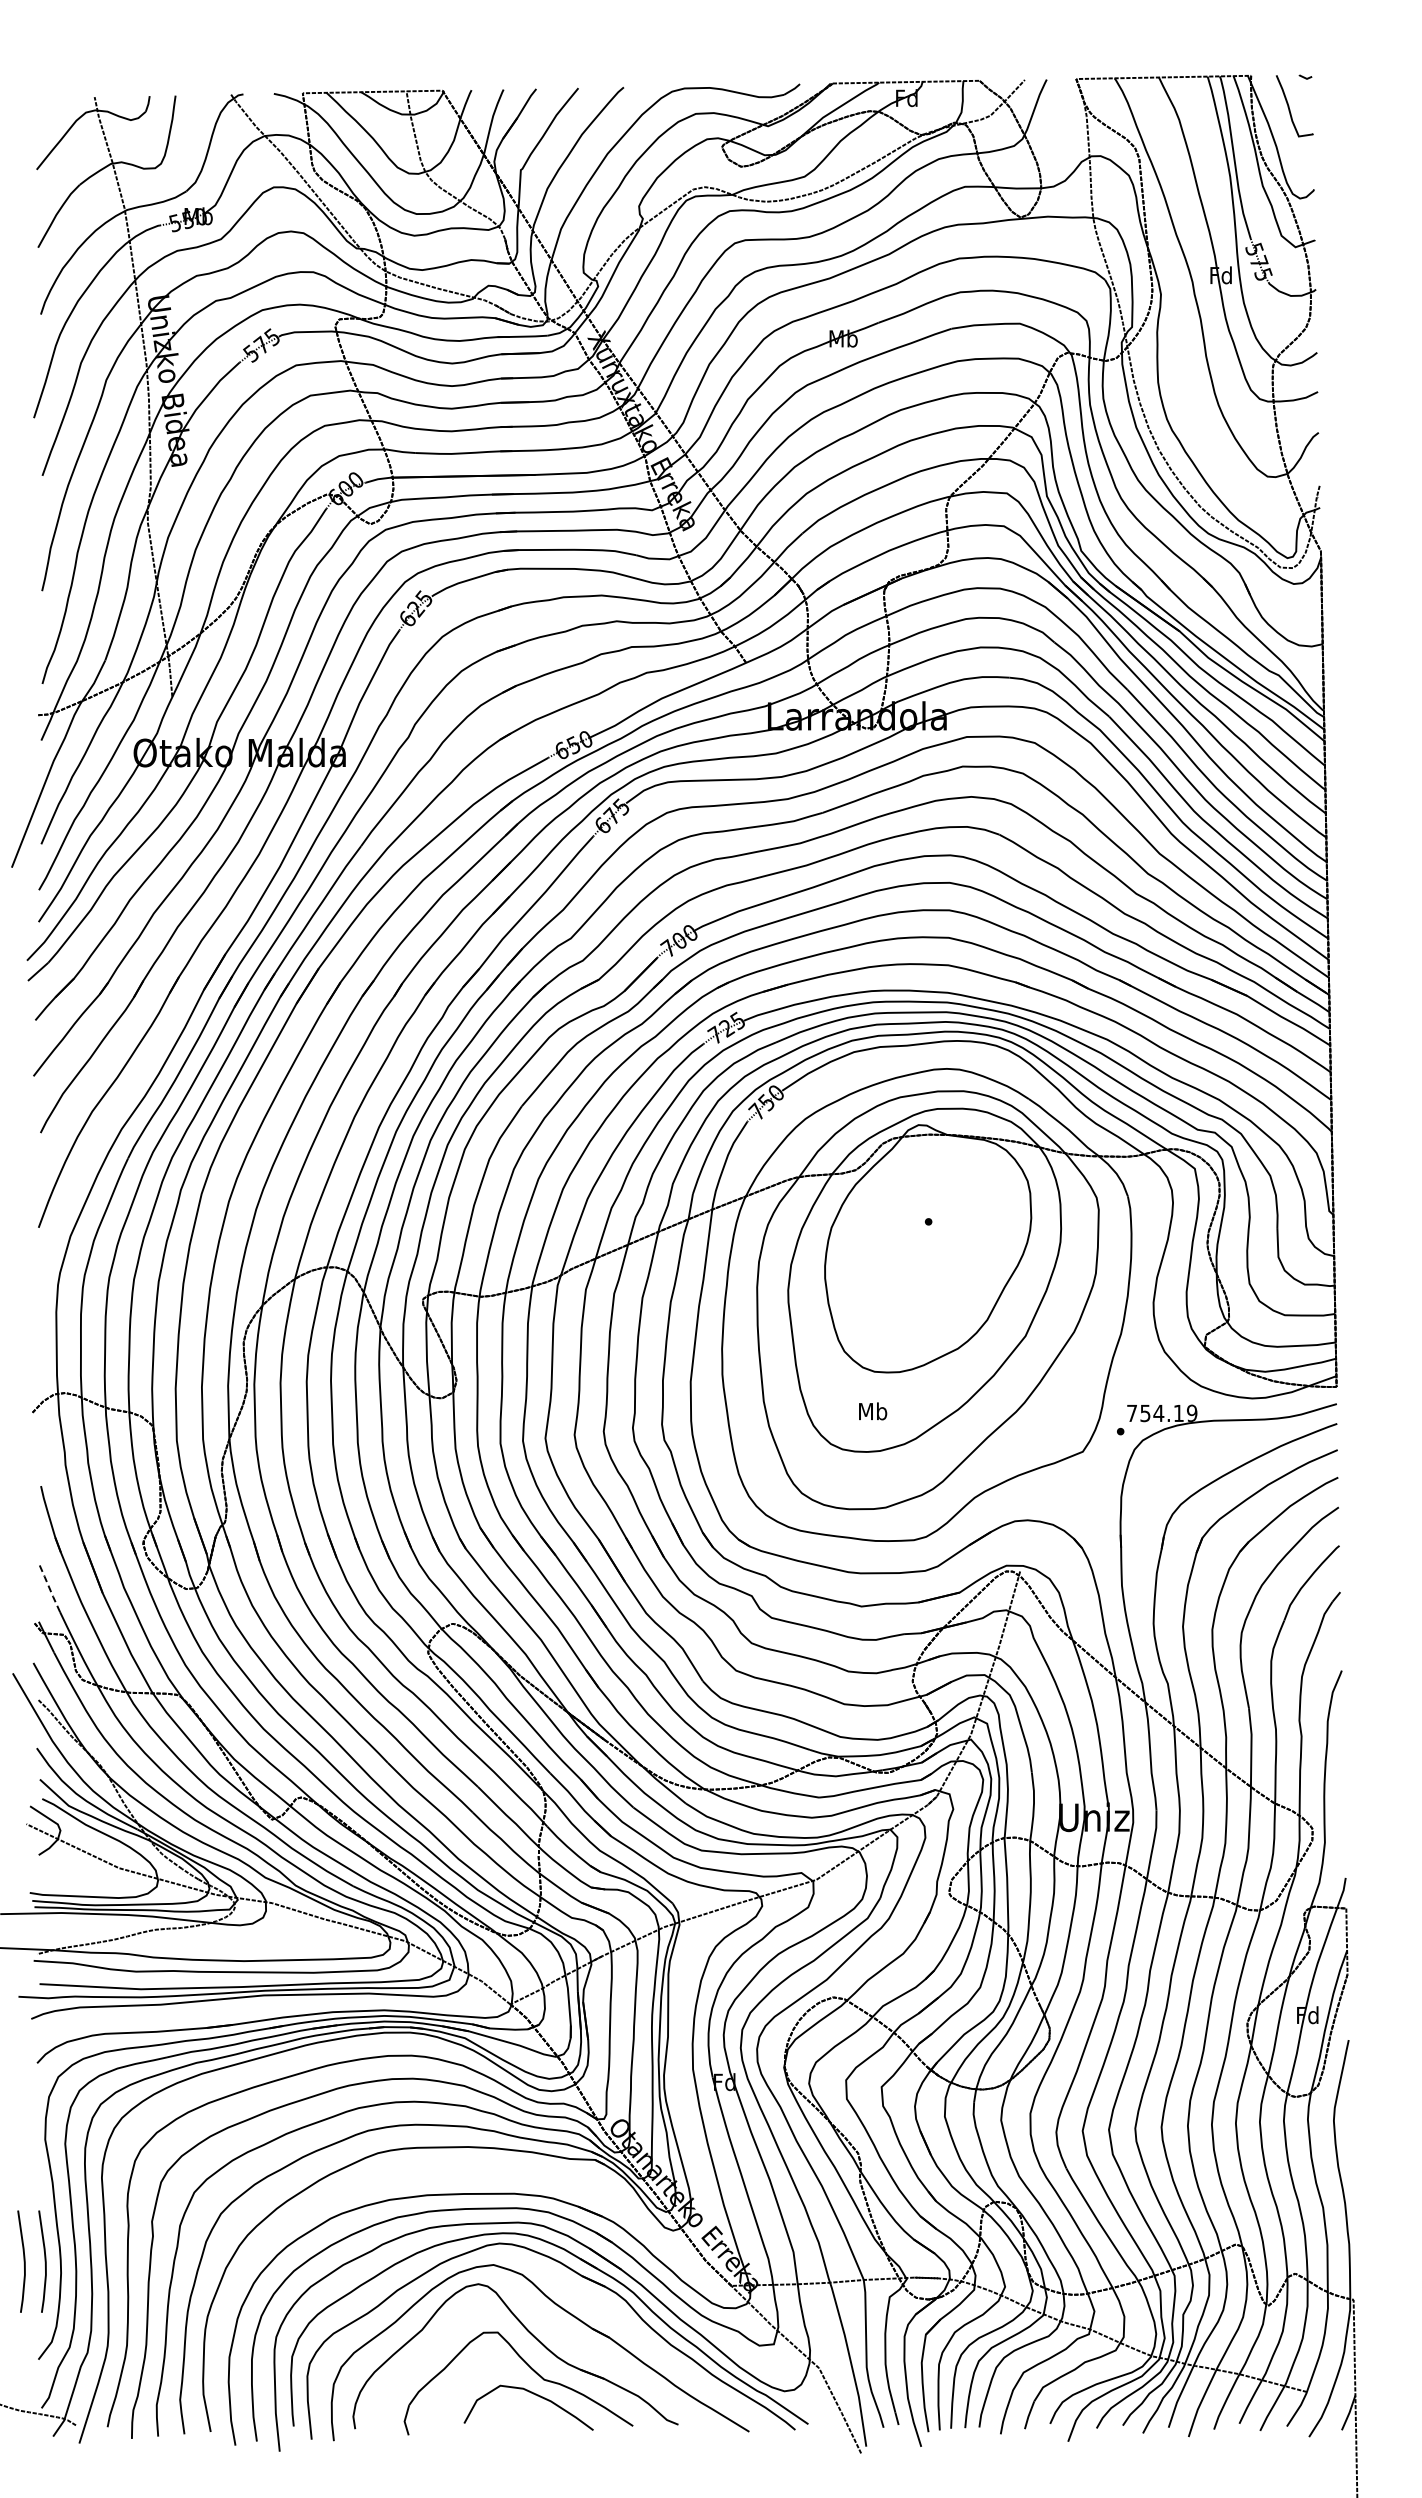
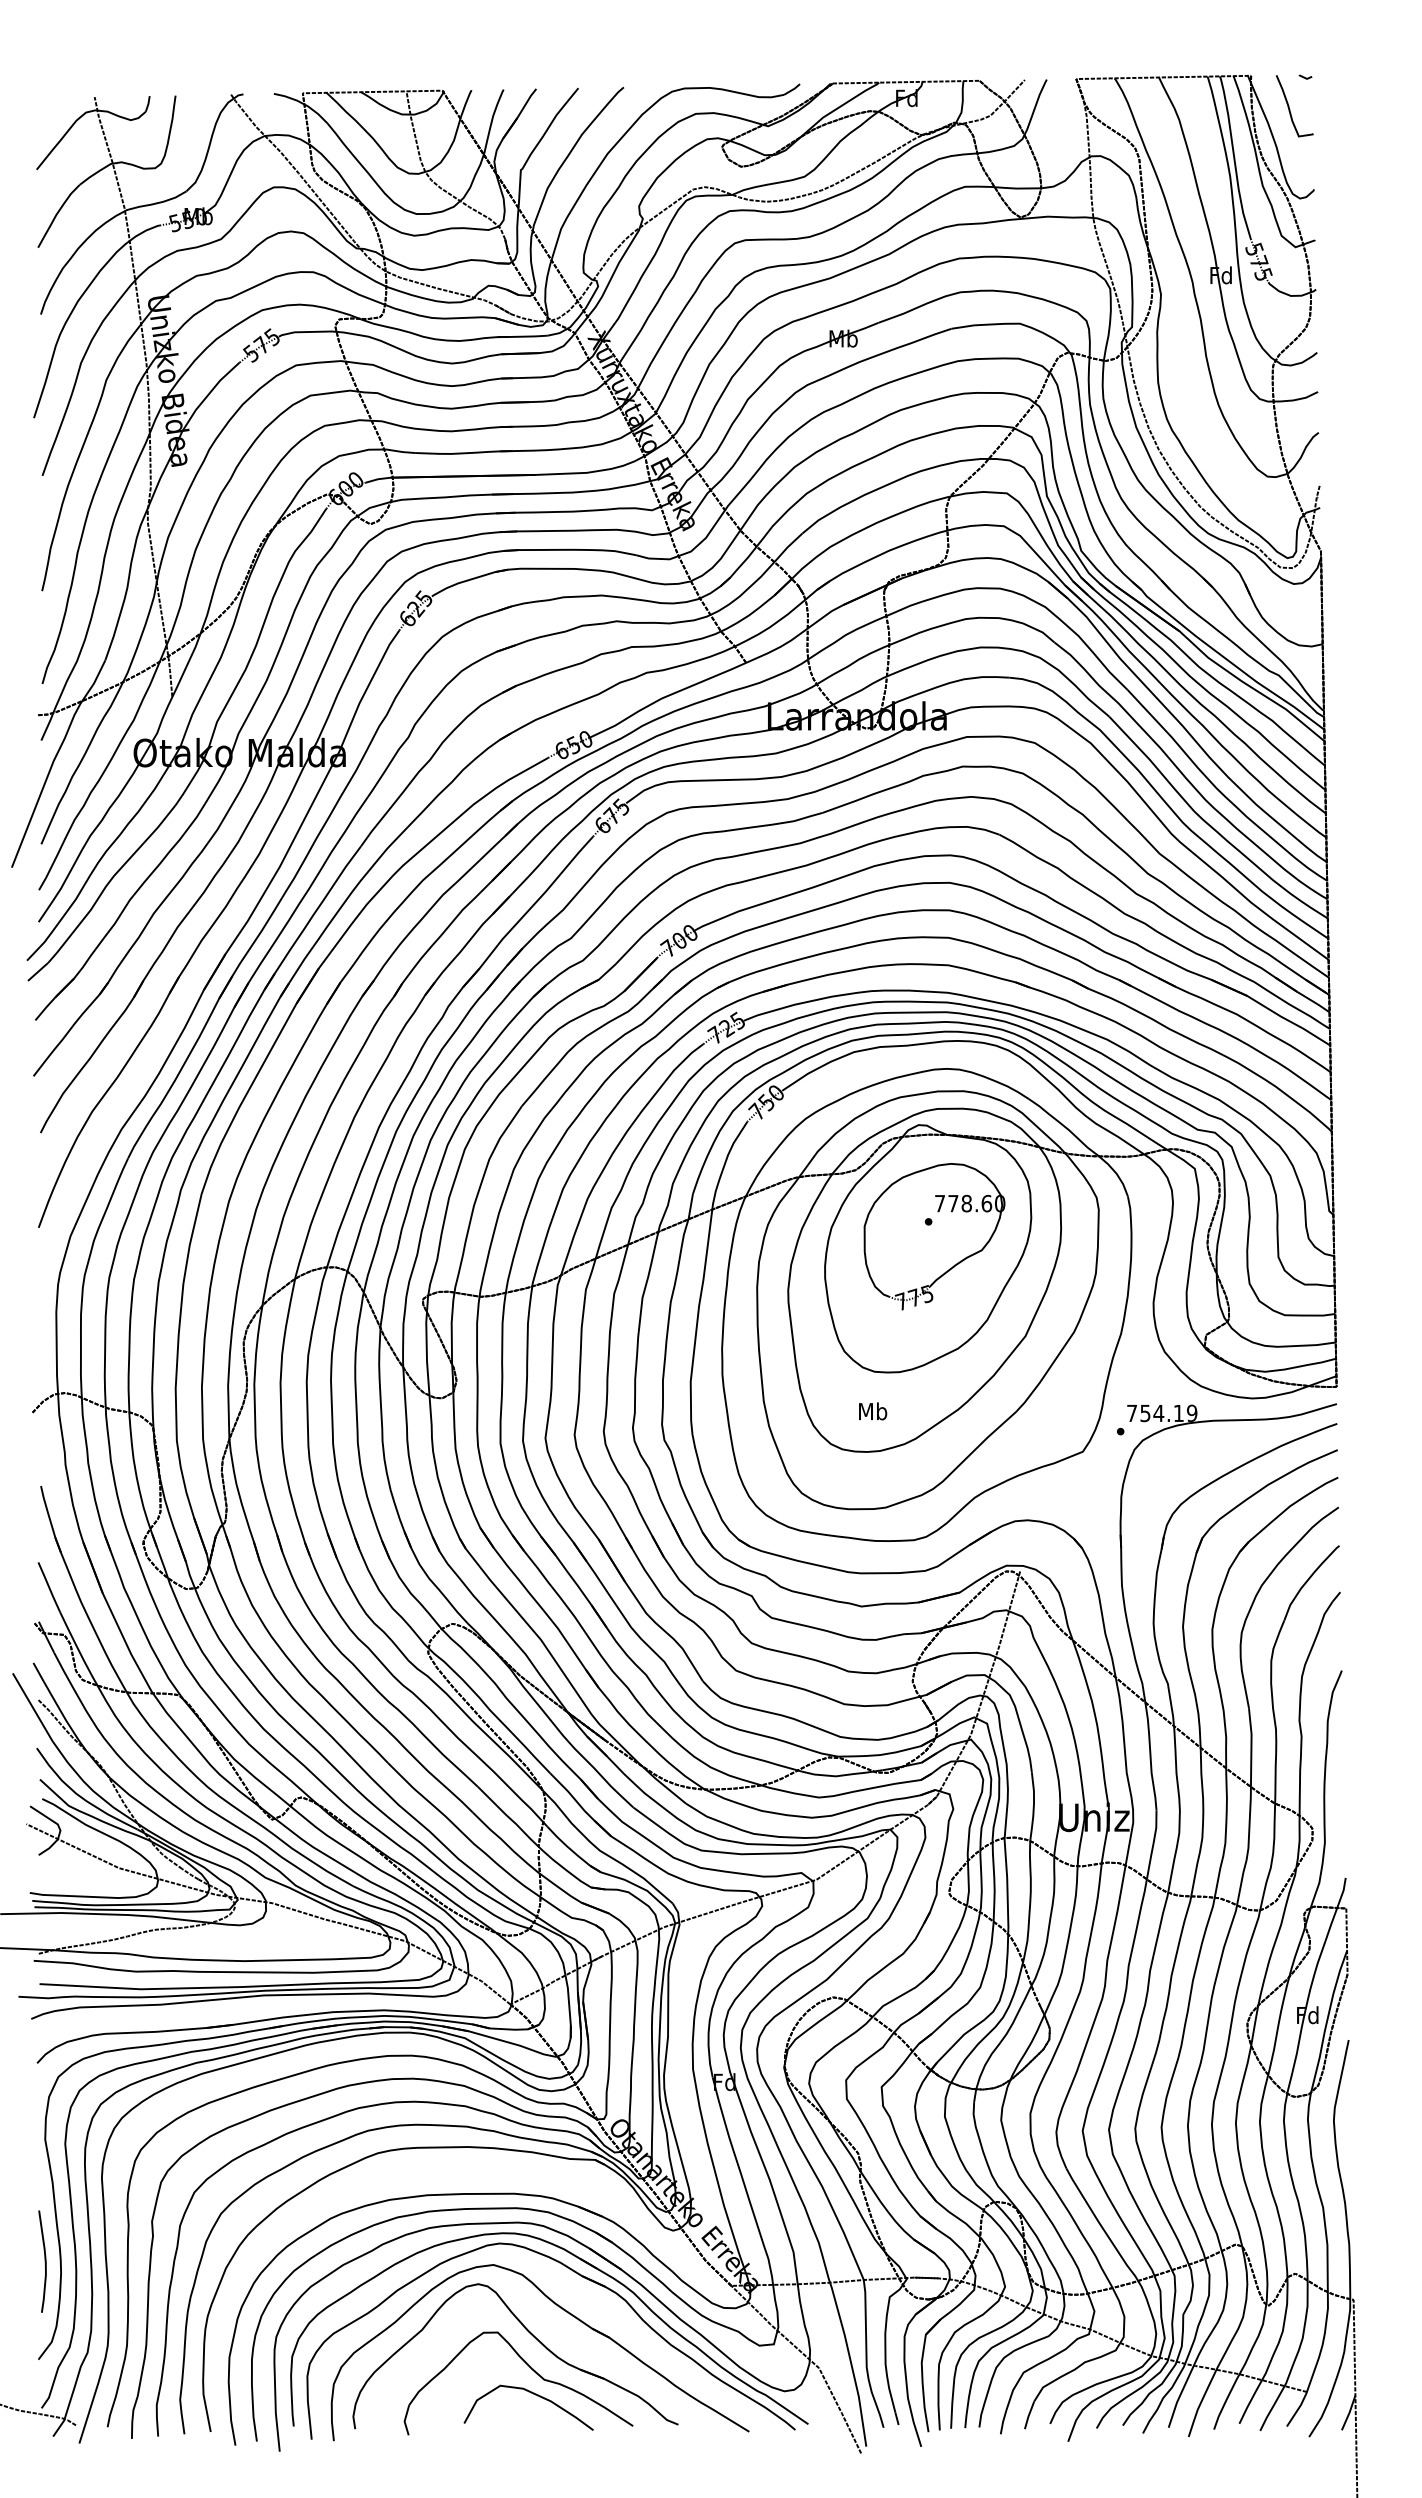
part at (938, 1212): none -> present
line at (48, 1586): dashed -> solid
curve at (23, 2261): present -> none
